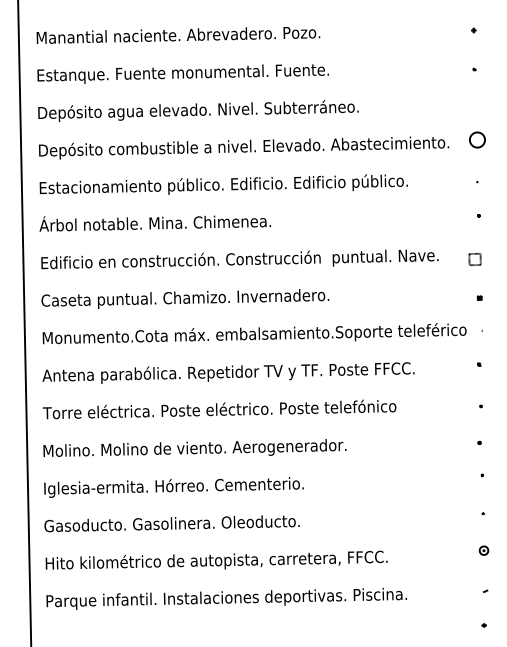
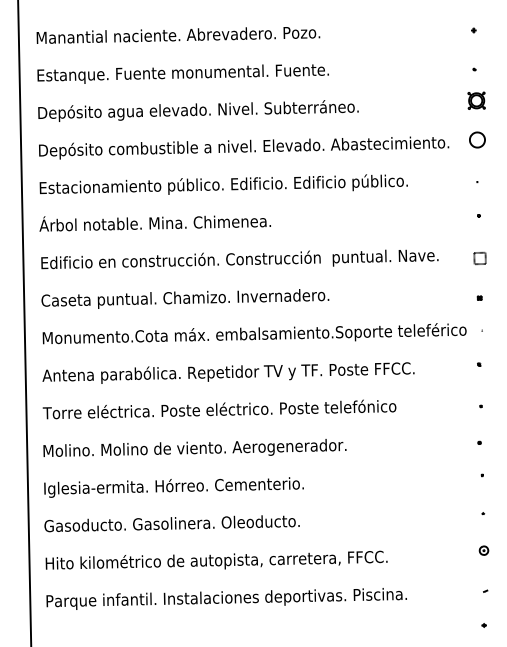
part at (476, 100): none -> present
part at (474, 259) position: (474, 259) -> (479, 258)
